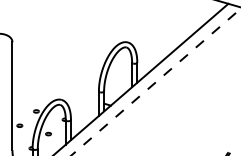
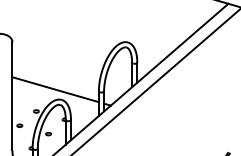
line at (156, 82): dashed -> solid
line at (55, 89): none -> present
